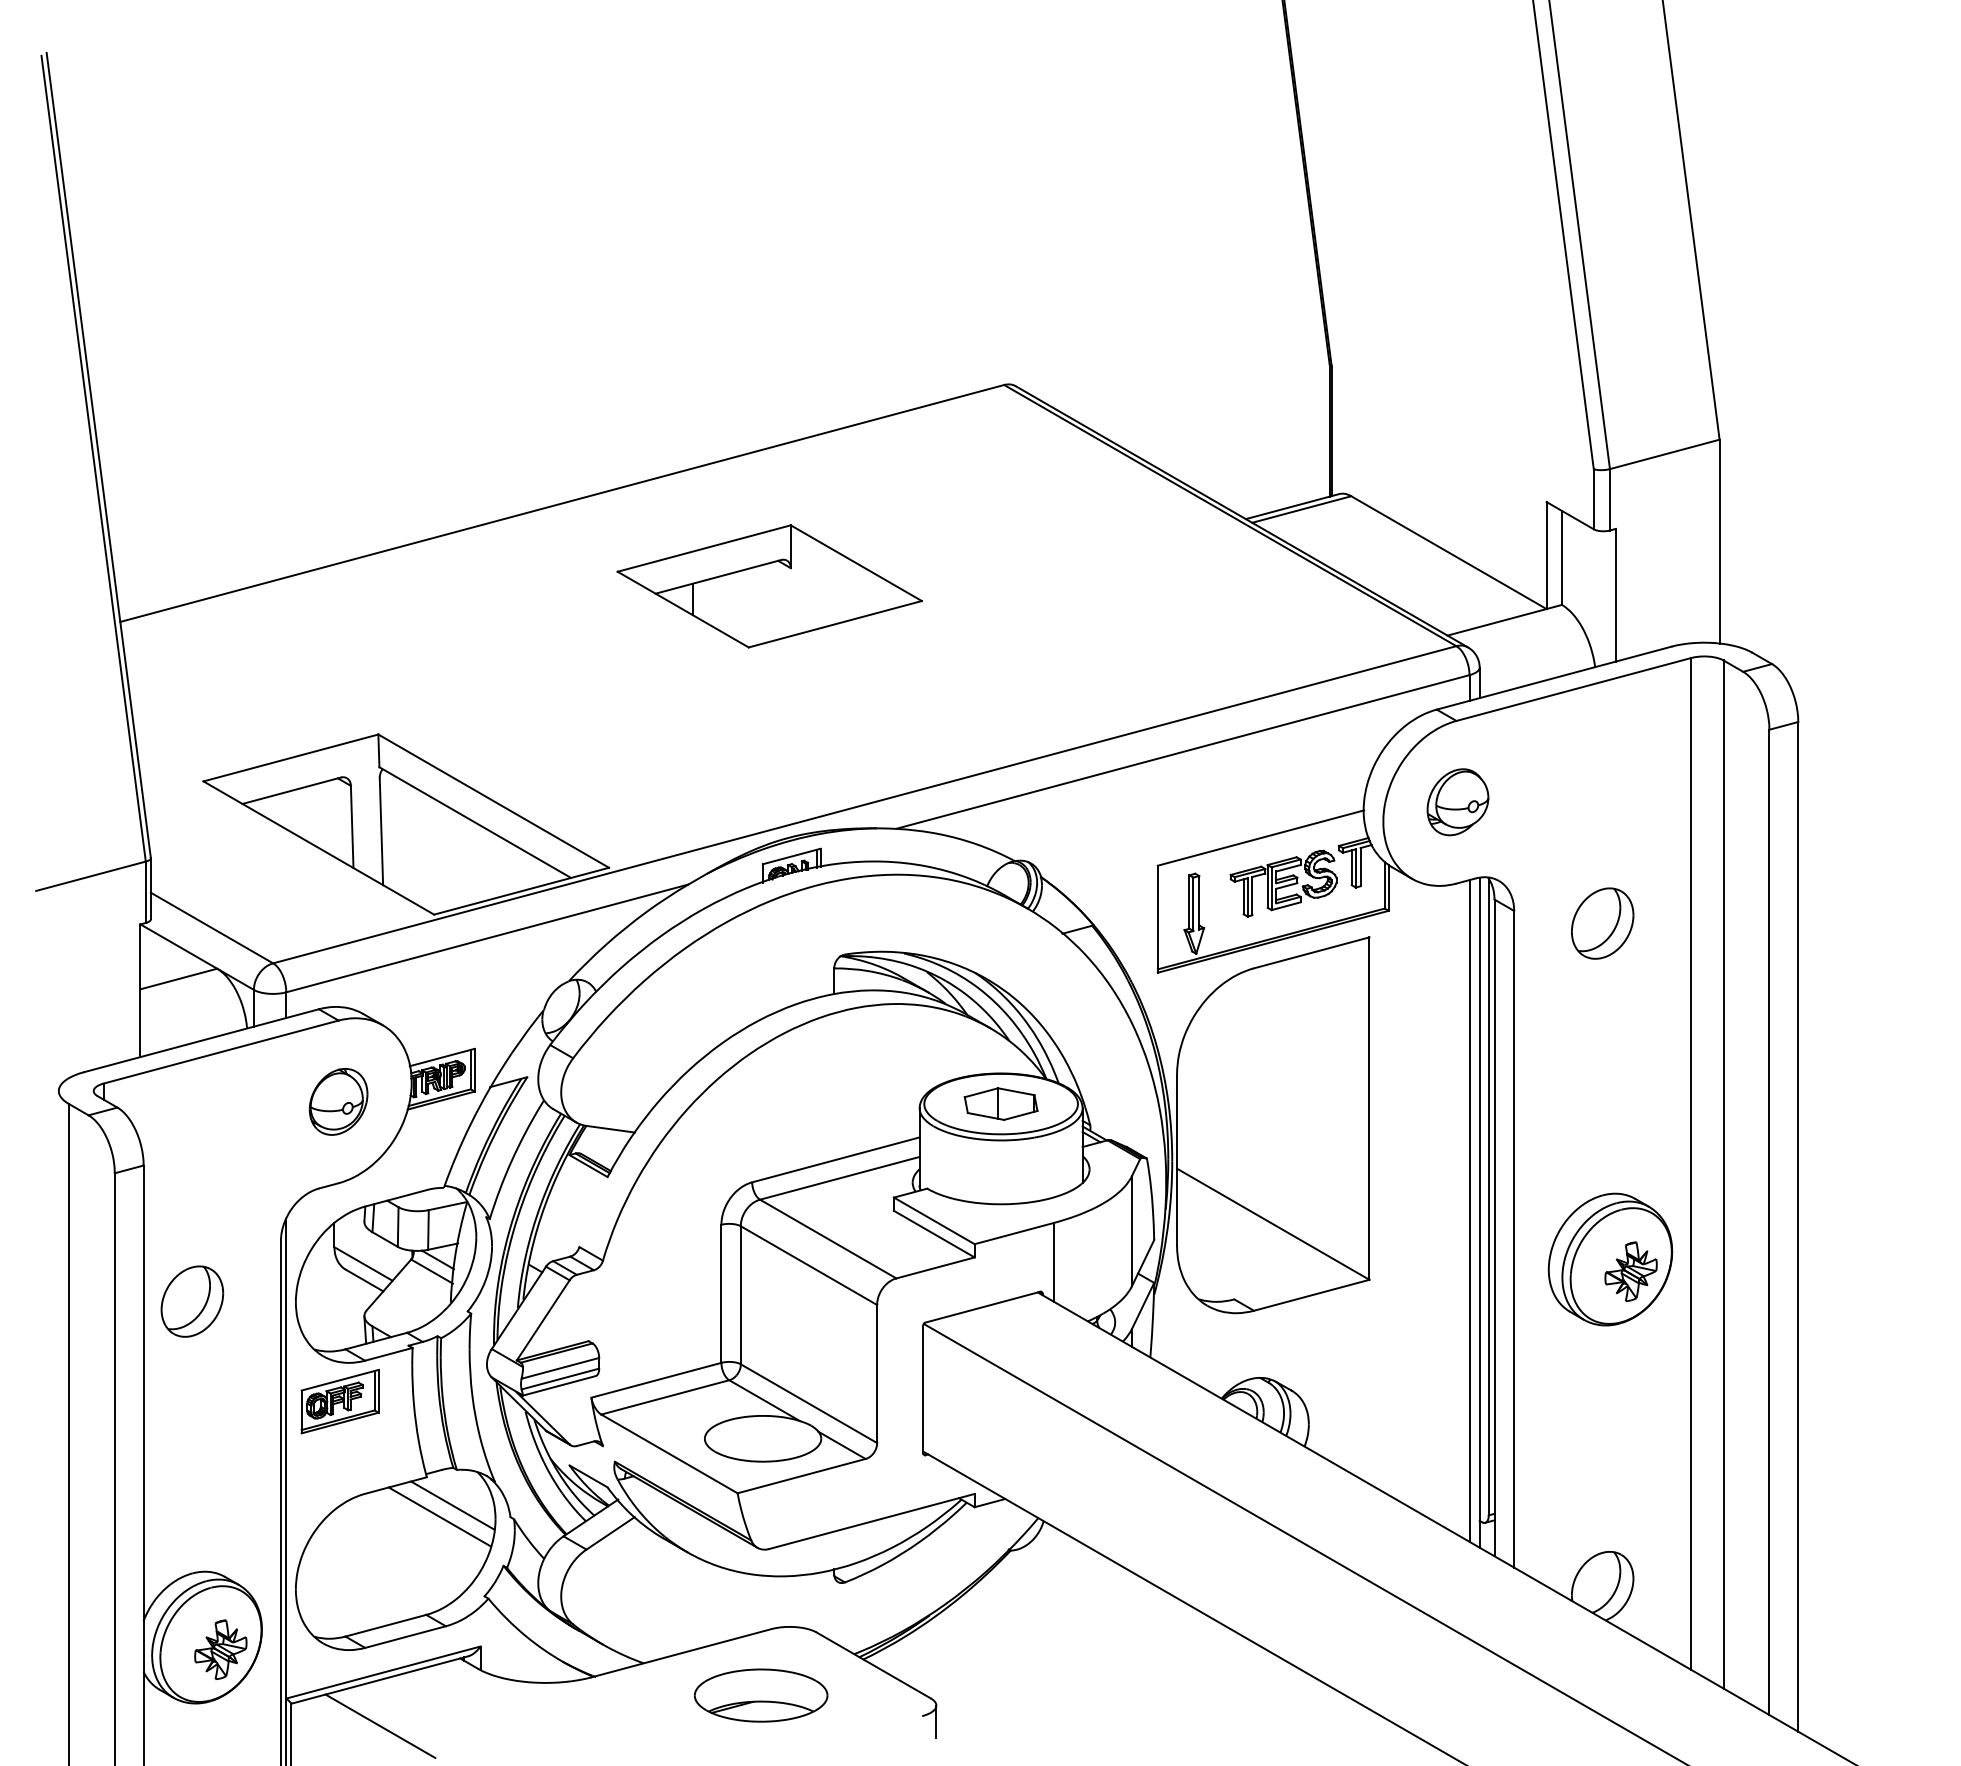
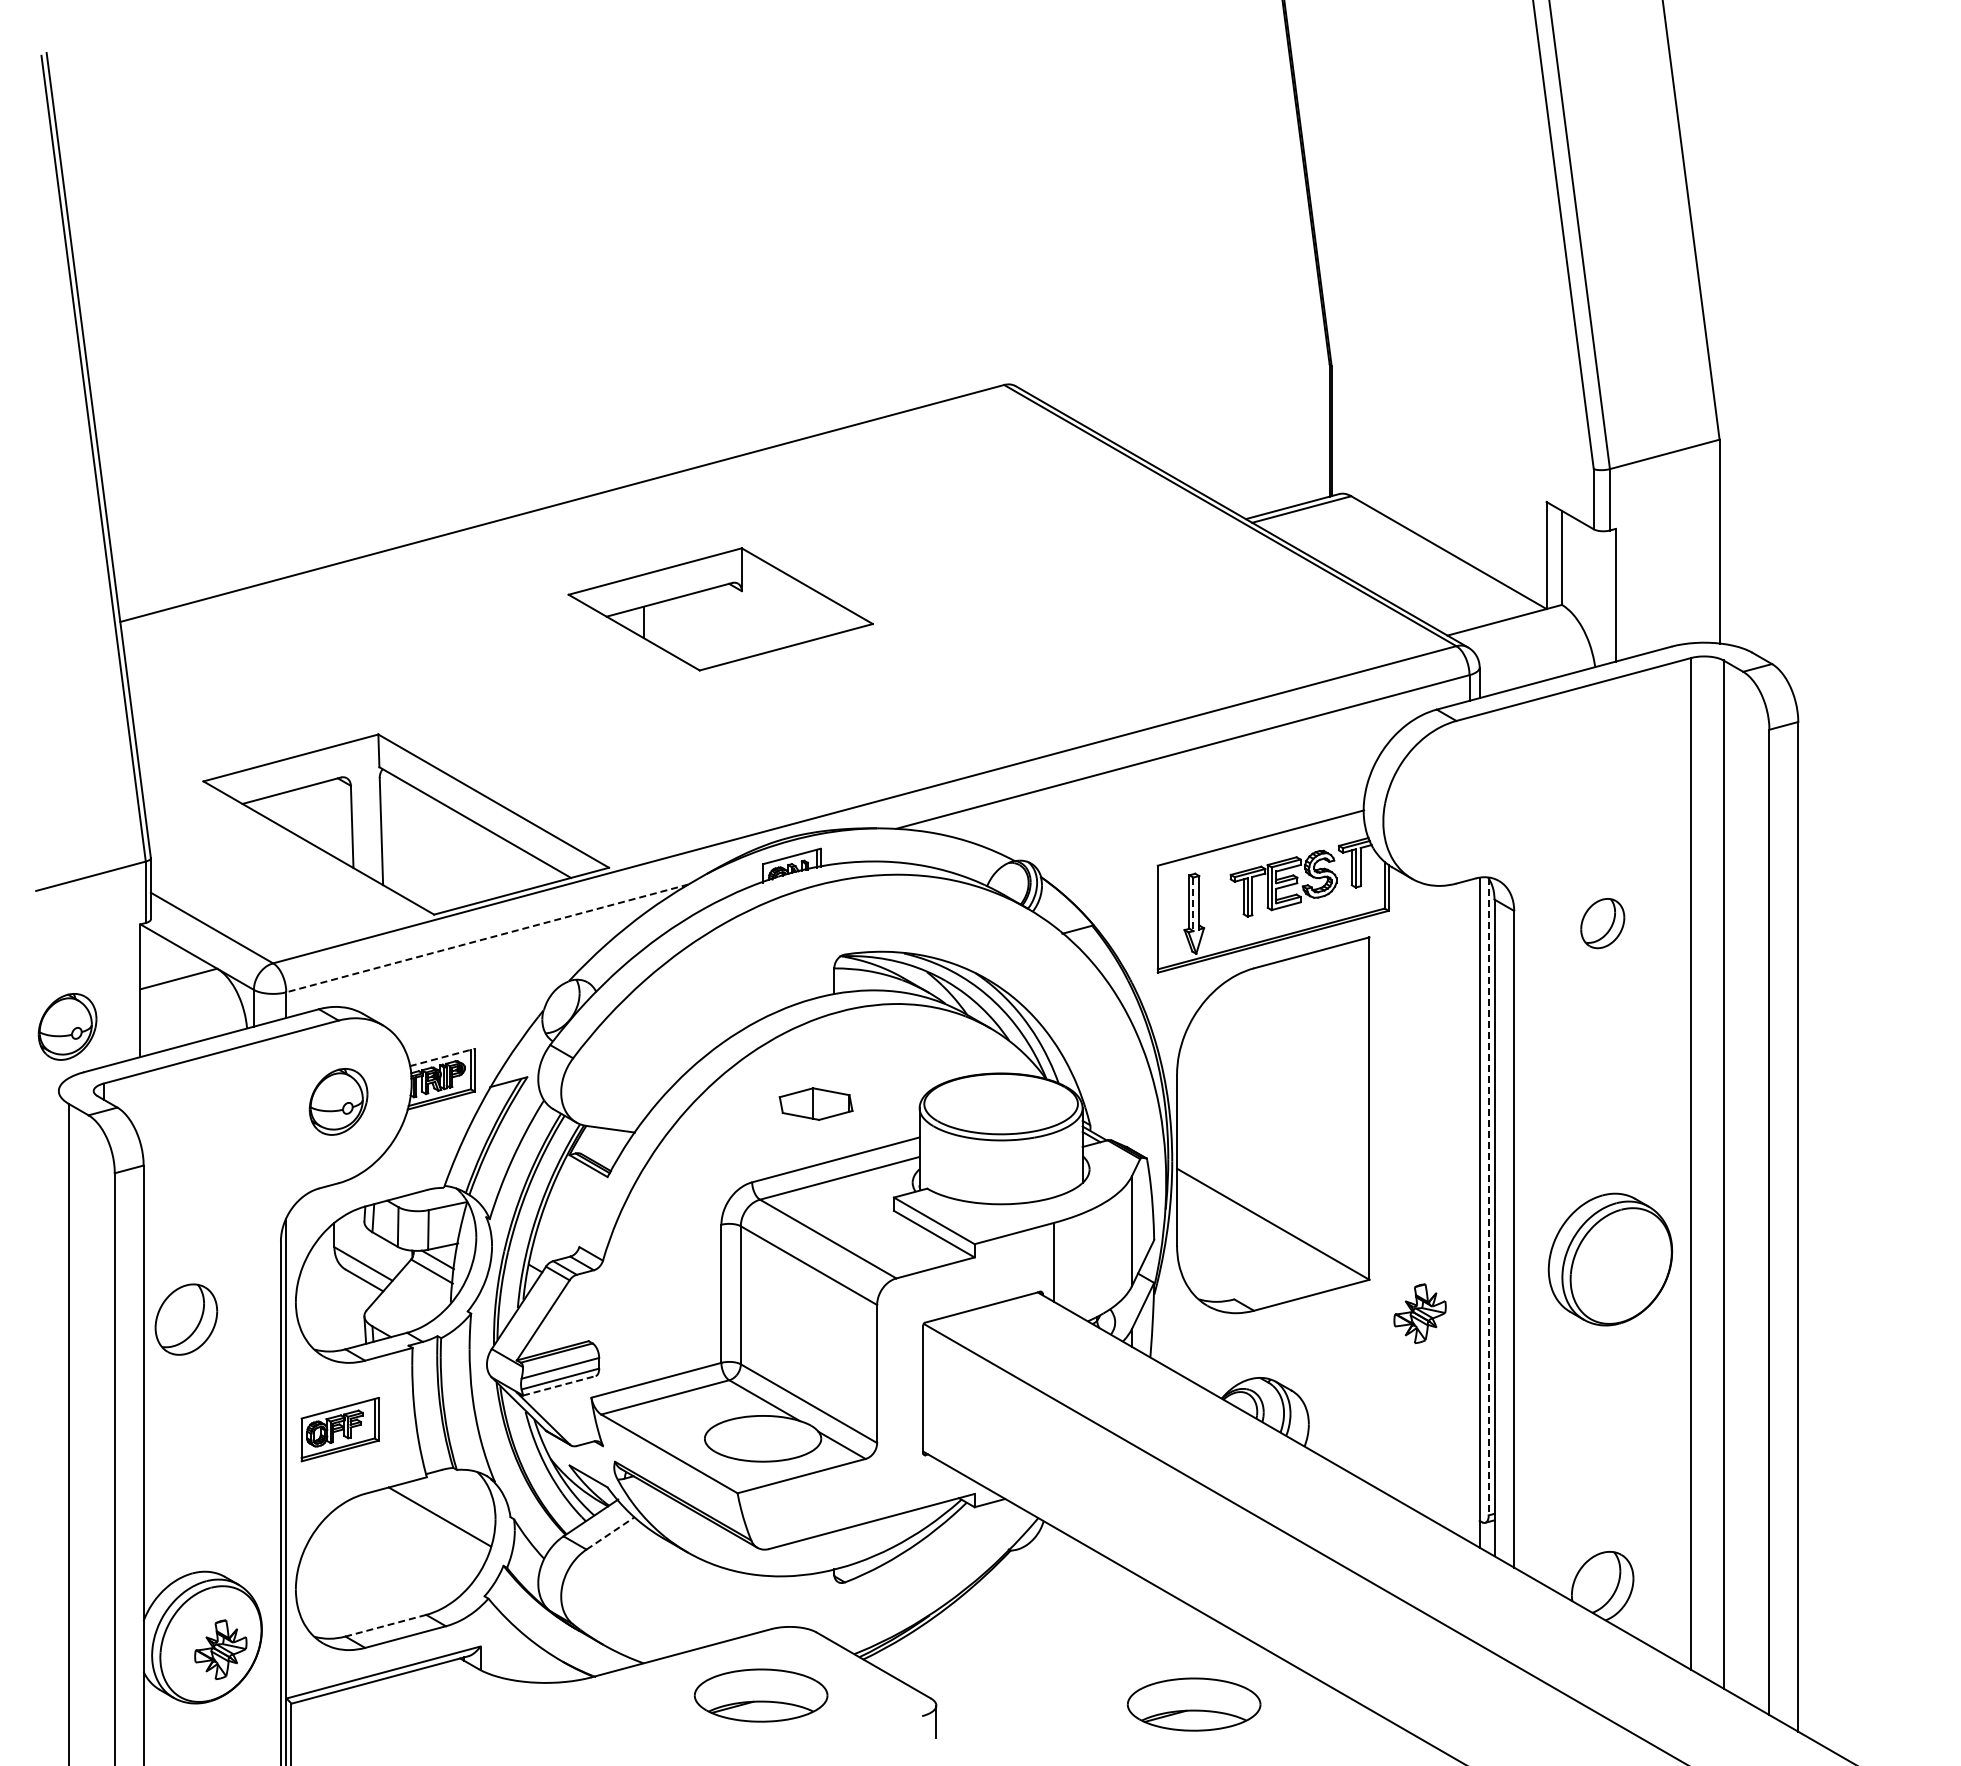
part at (769, 586) position: (769, 586) -> (720, 609)
part at (1457, 802): present -> none
line at (1193, 904): solid -> dashed
part at (1602, 923) size: 64x73 px -> 46x52 px
line at (486, 938): solid -> dashed
part at (67, 1026): none -> present
line at (442, 1057): solid -> dashed
part at (1000, 1103) position: (1000, 1103) -> (815, 1103)
line at (1488, 1196): solid -> dashed
line at (1469, 1210): present -> none
part at (1630, 1271) position: (1630, 1271) -> (1419, 1313)
part at (192, 1301) position: (192, 1301) -> (186, 1319)
line at (559, 1385): solid -> dashed
part at (339, 1401) position: (339, 1401) -> (339, 1429)
line at (452, 1505): present -> none
line at (611, 1533): solid -> dashed
line at (385, 1625): solid -> dashed
part at (1193, 1704): none -> present
line at (380, 1726): present -> none
